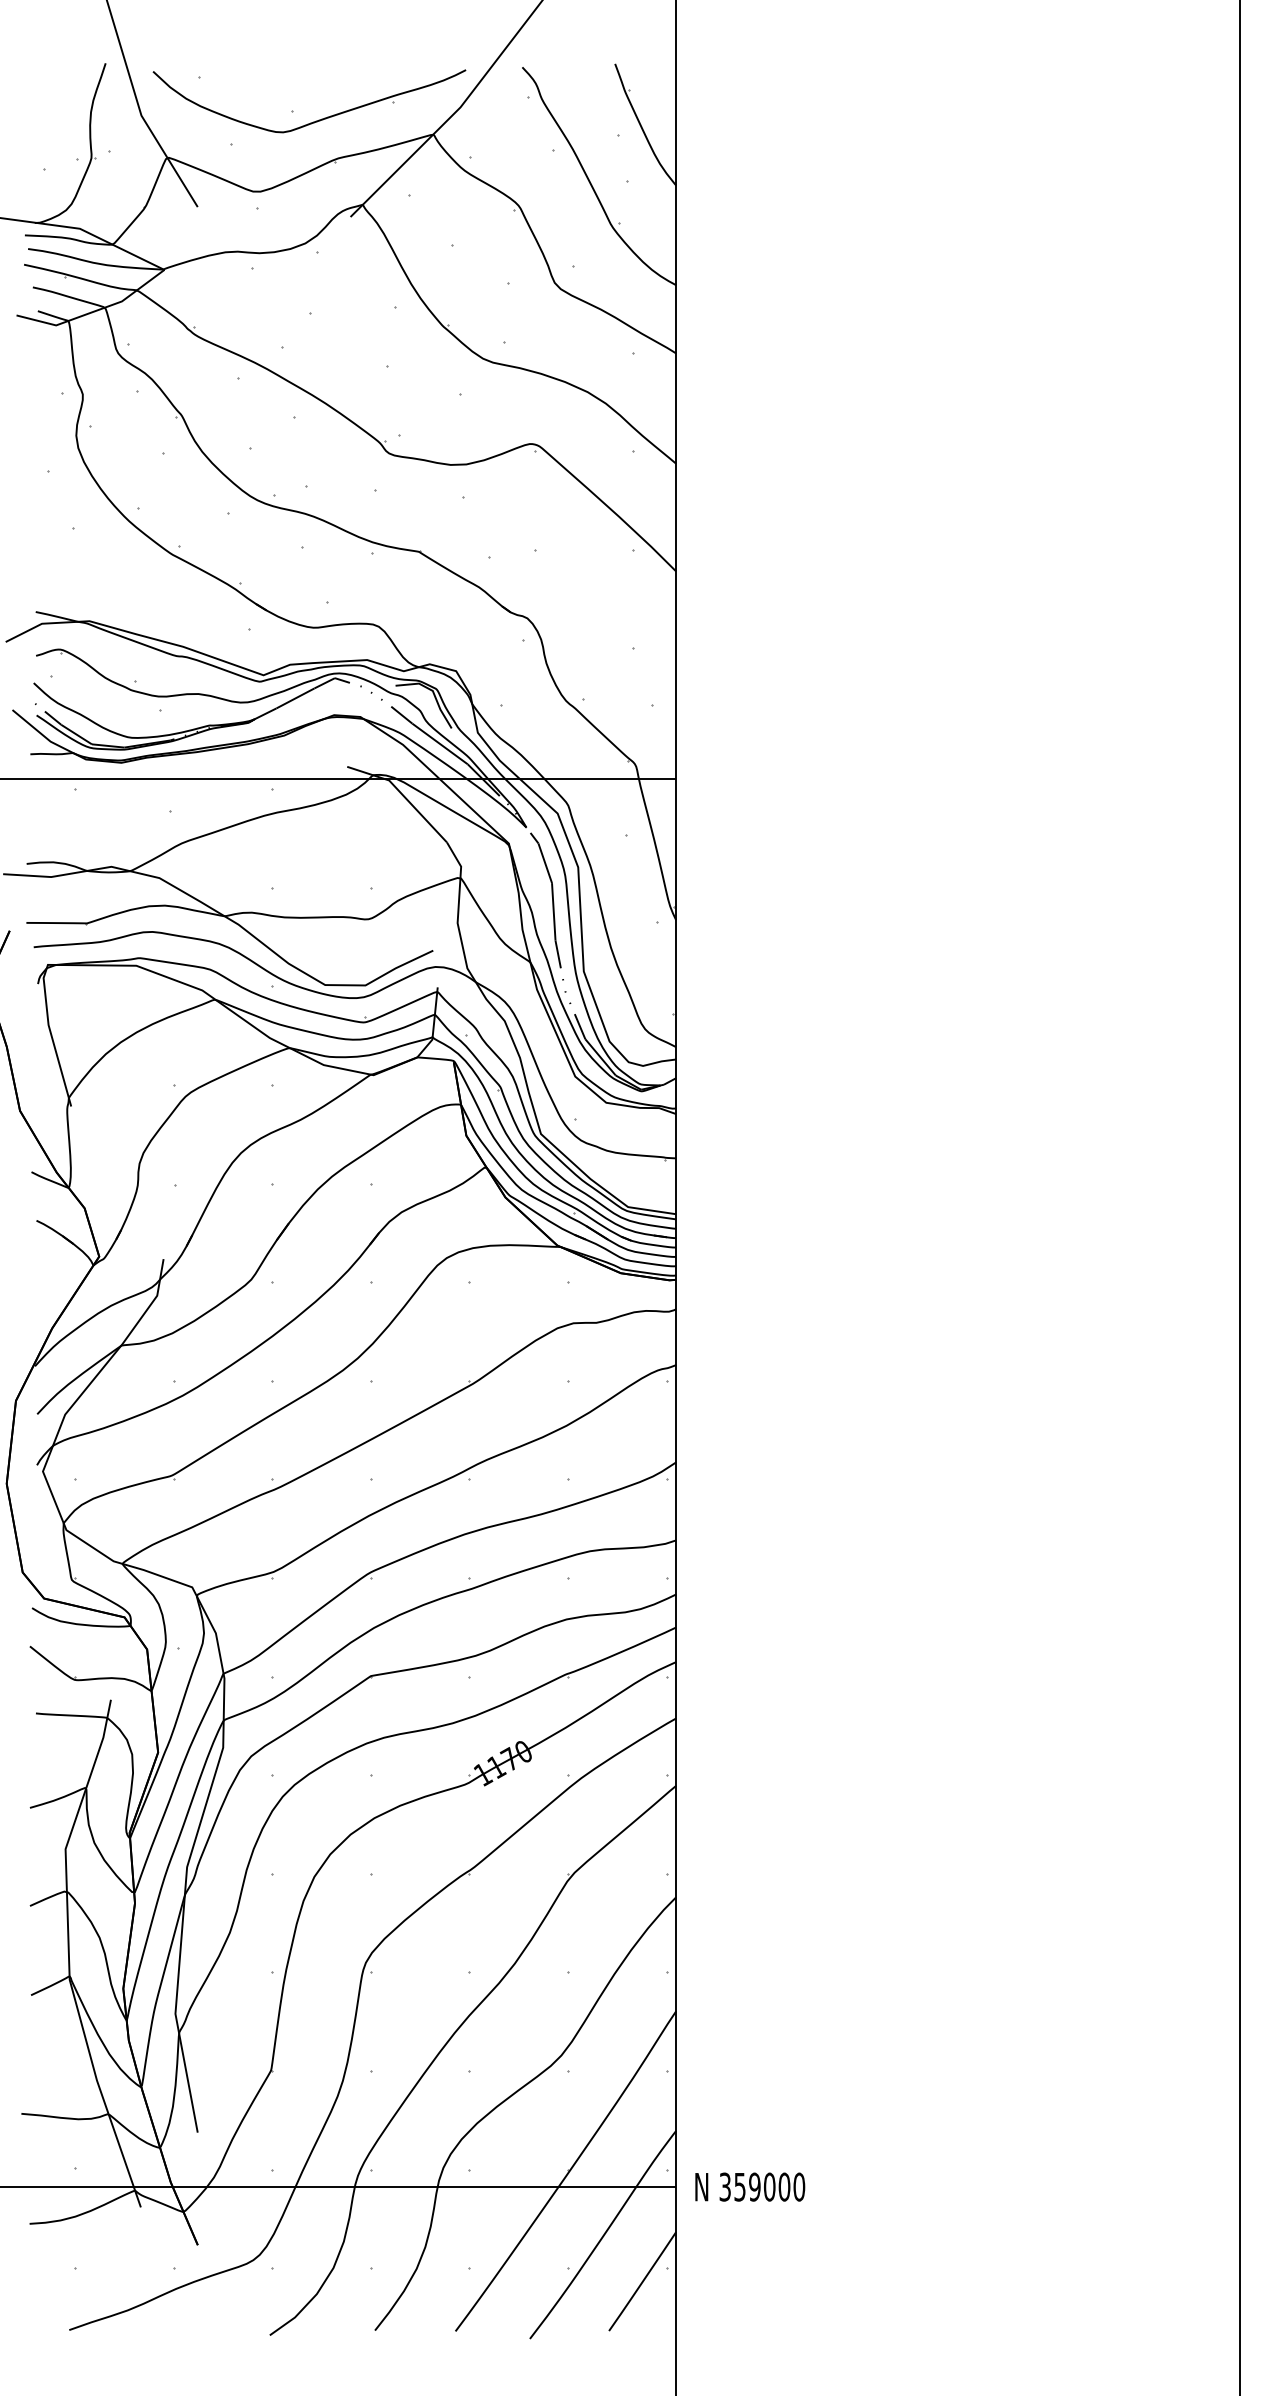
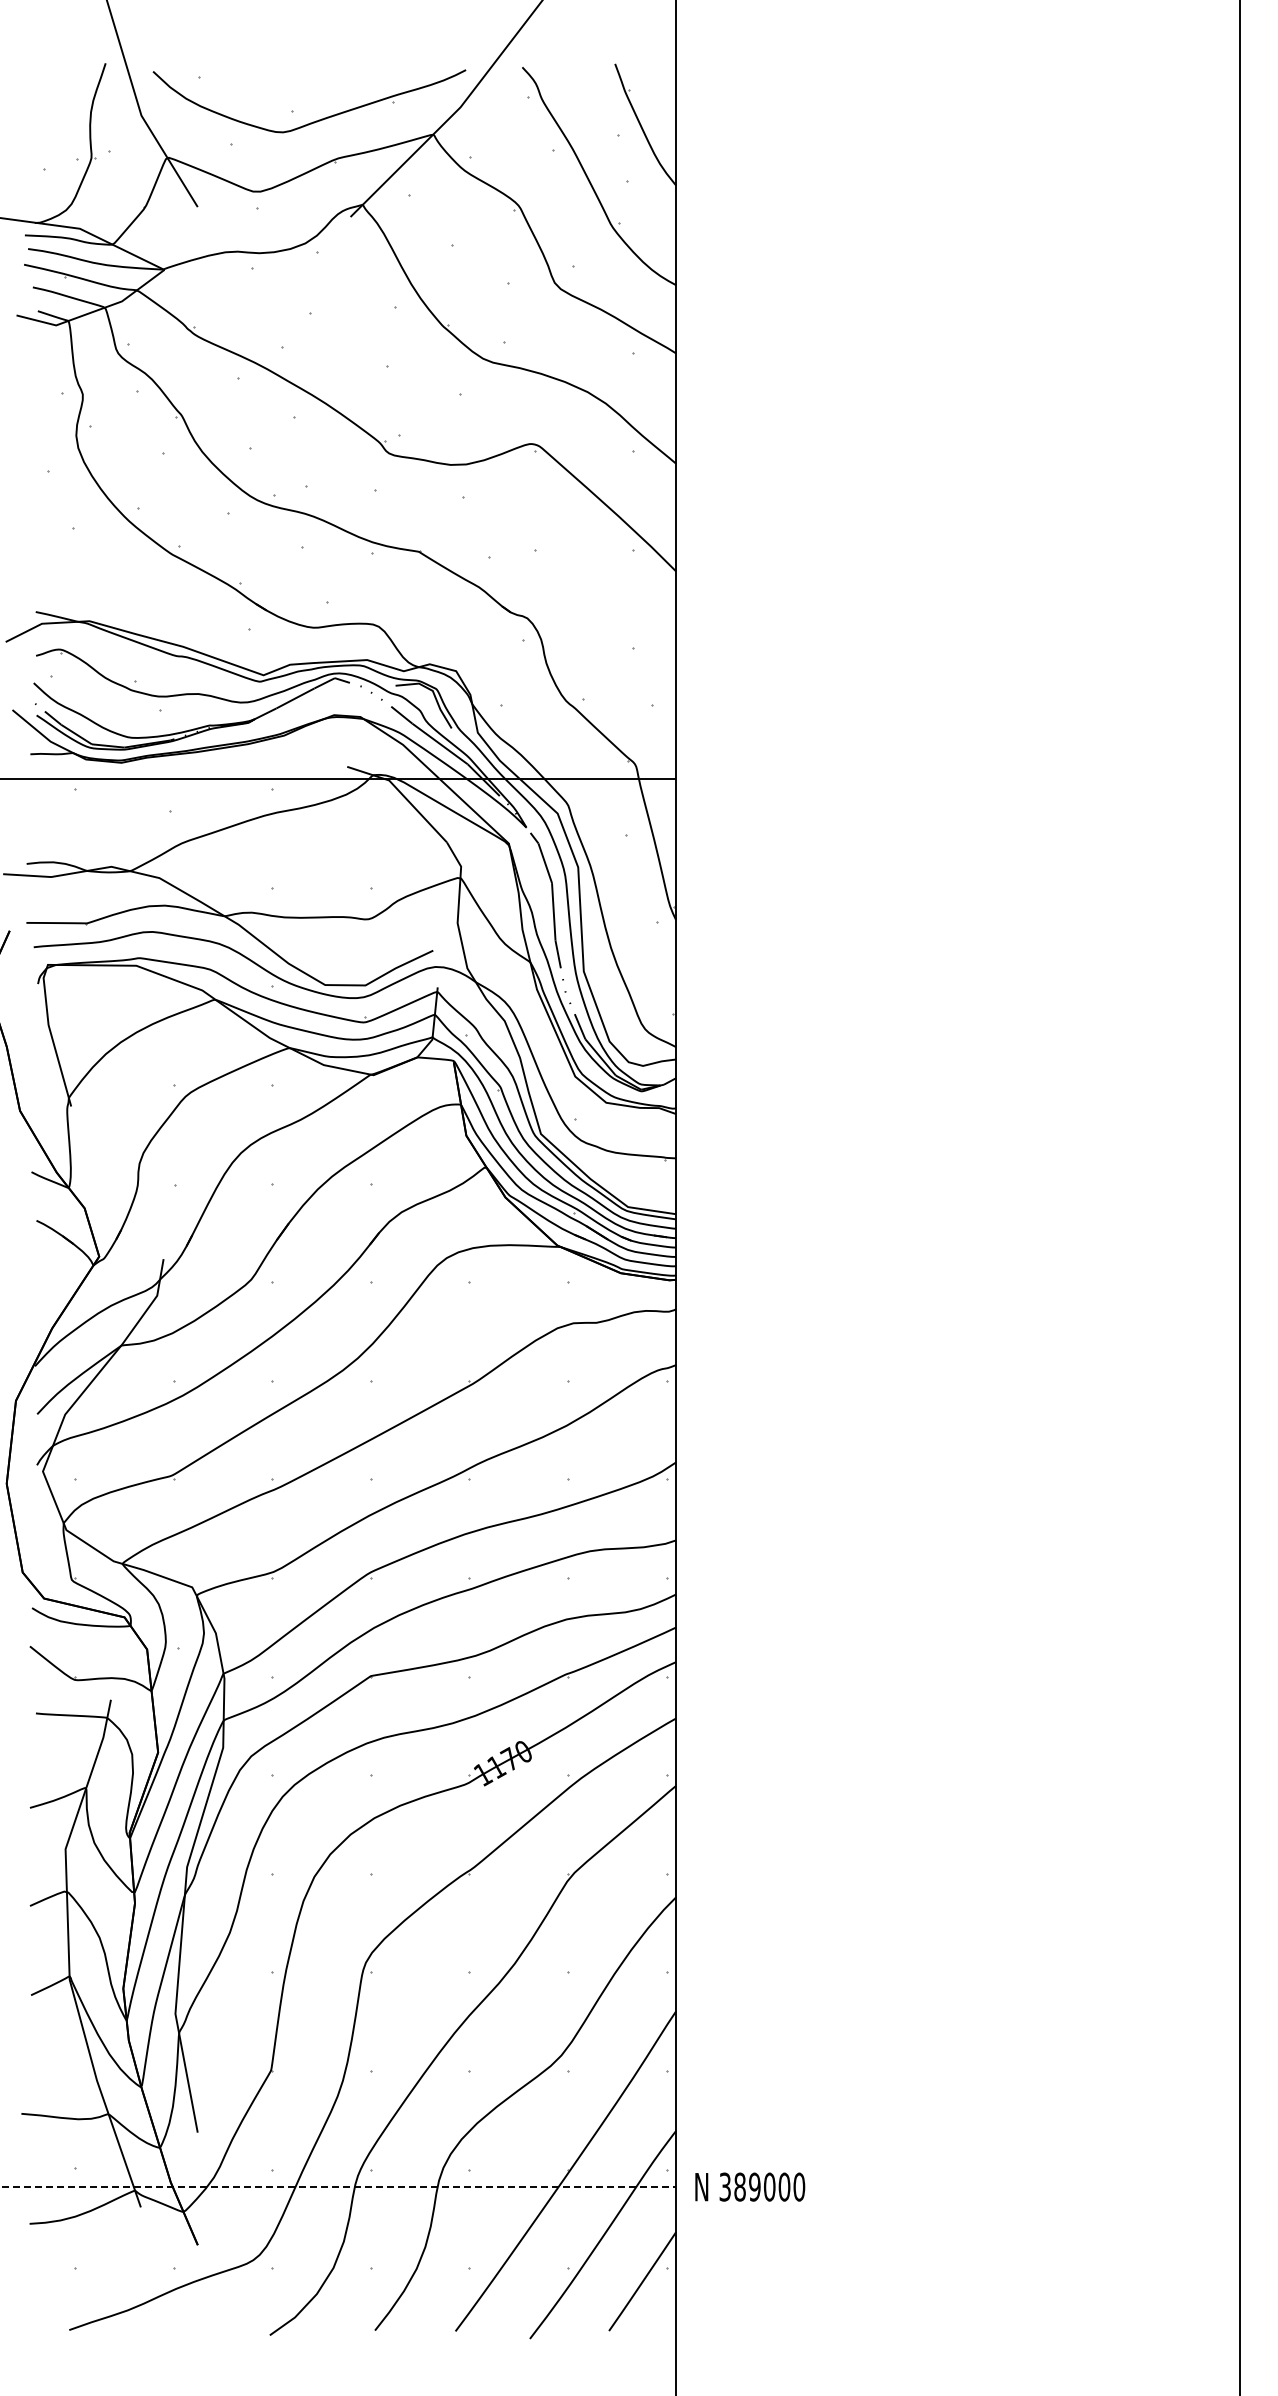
text at (739, 2186): 359000 -> 389000
line at (339, 2187): solid -> dashed
